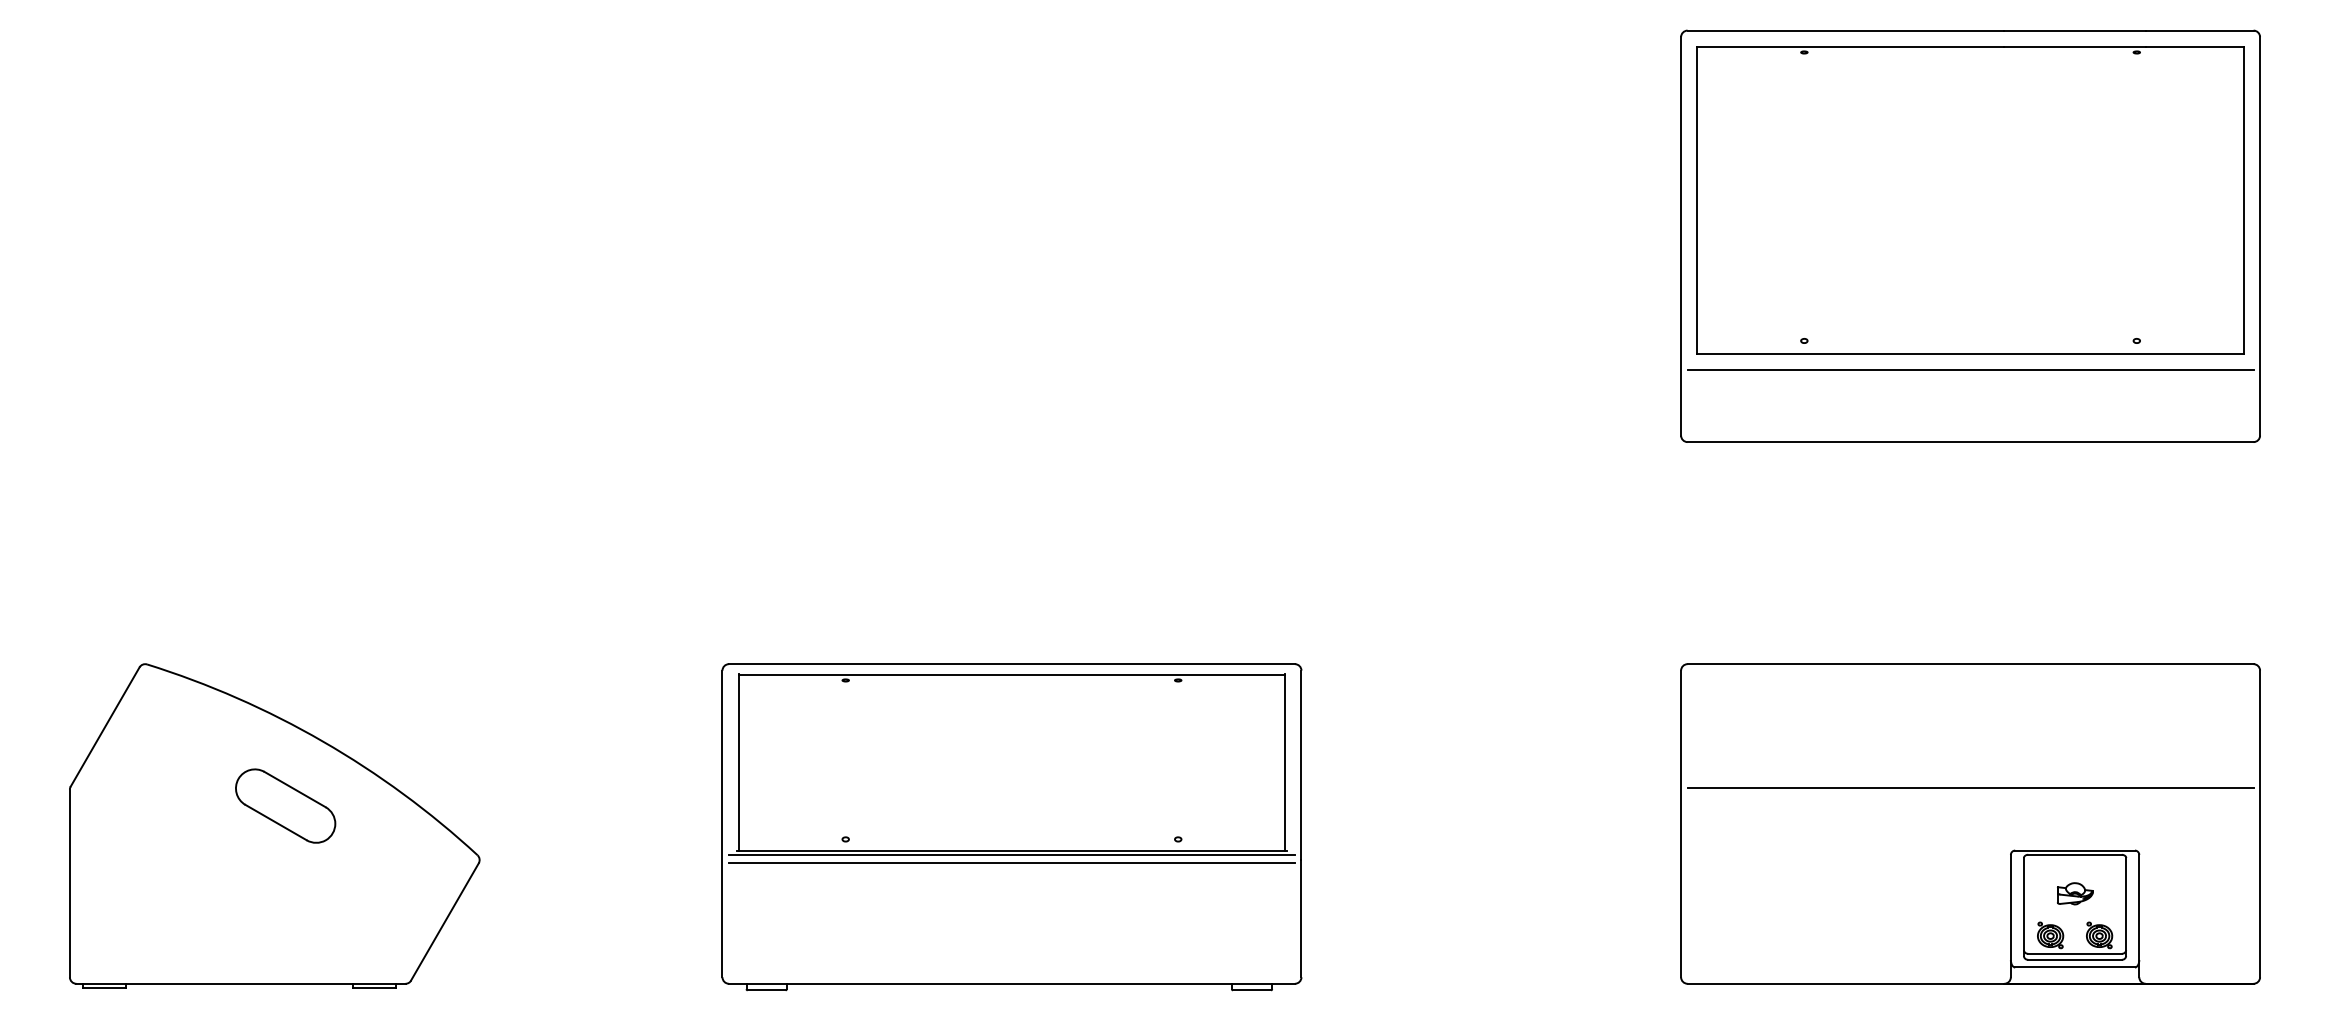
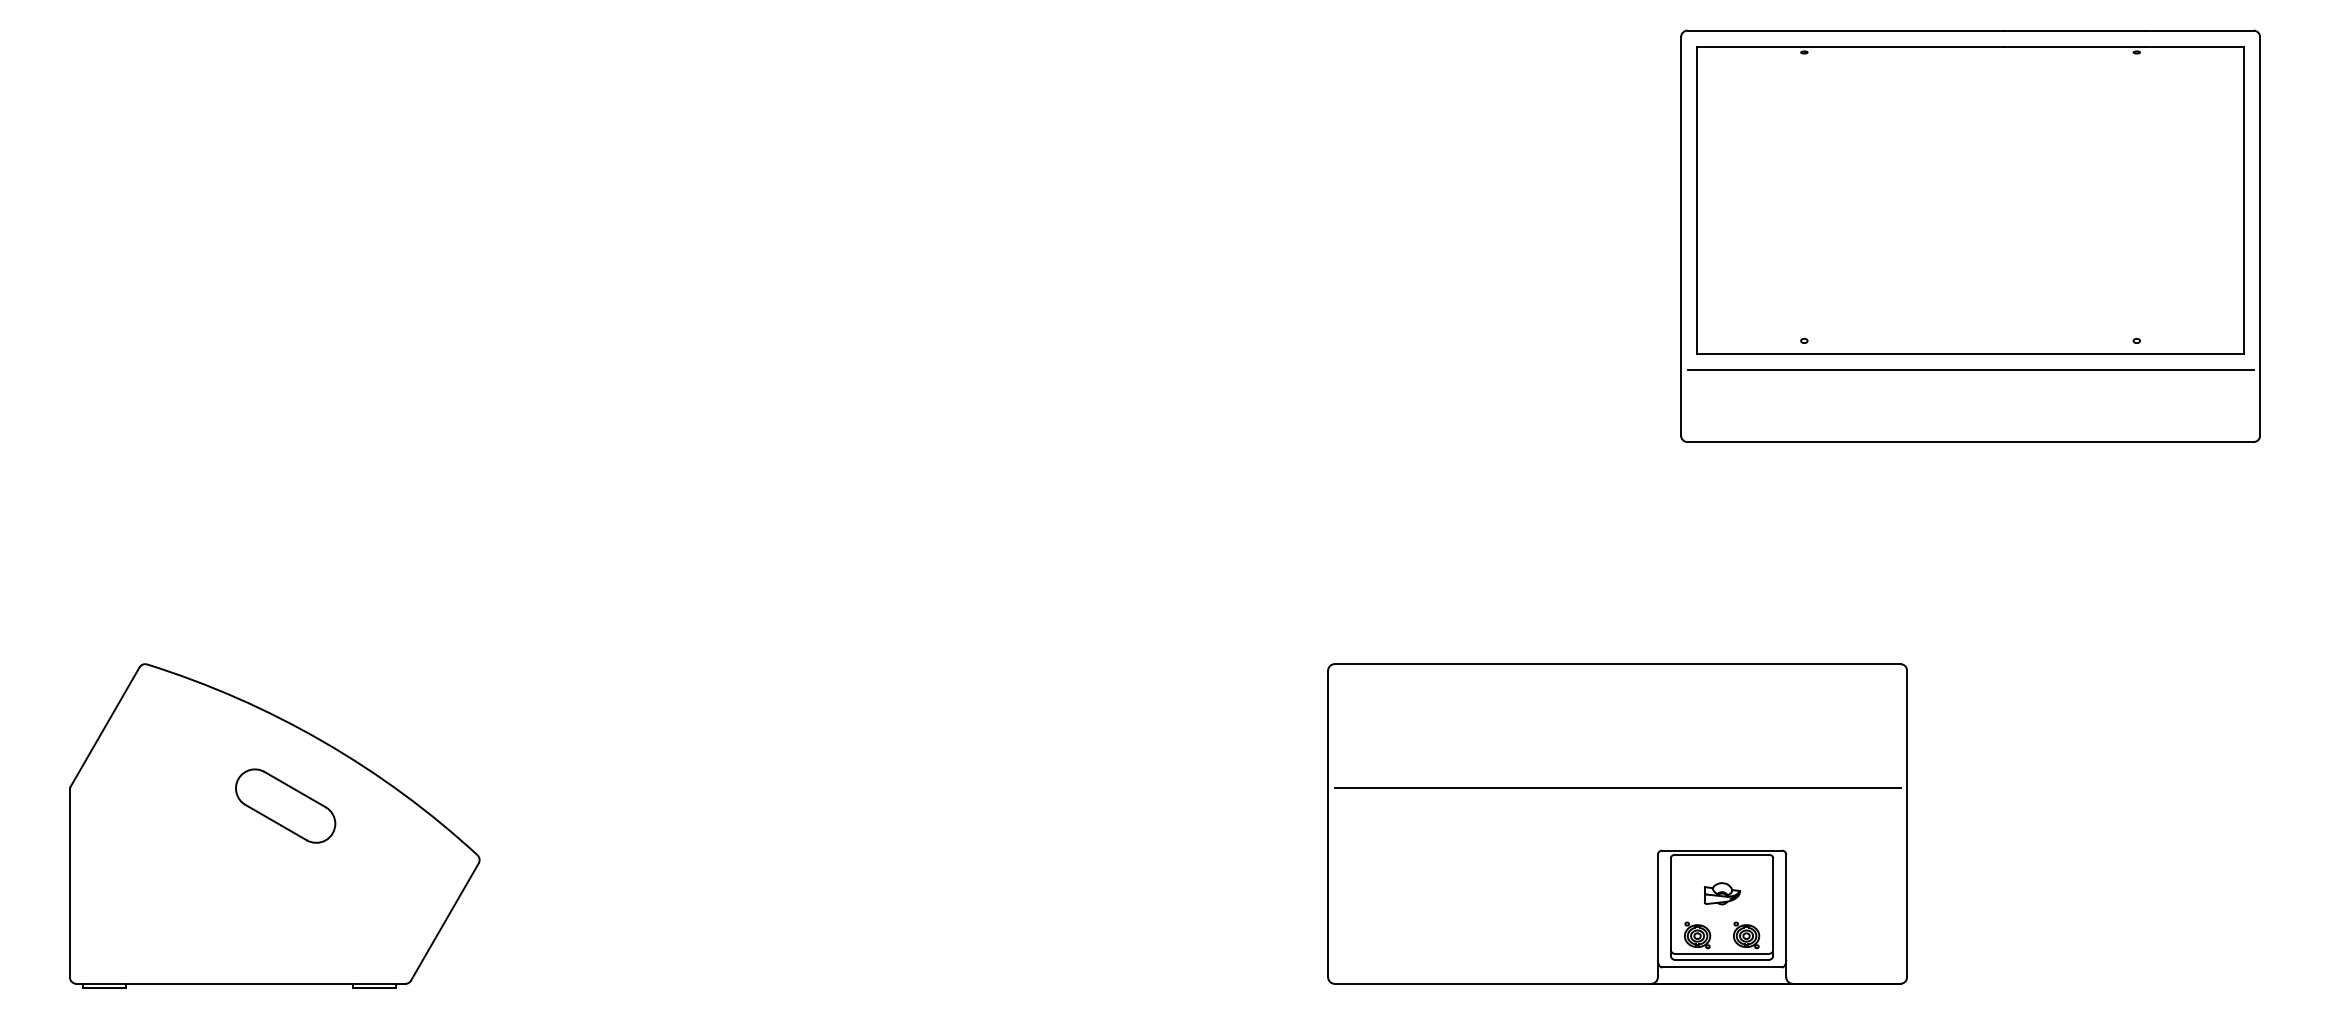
part at (1970, 823) position: (1970, 823) -> (1617, 823)
part at (1011, 827): present -> none
